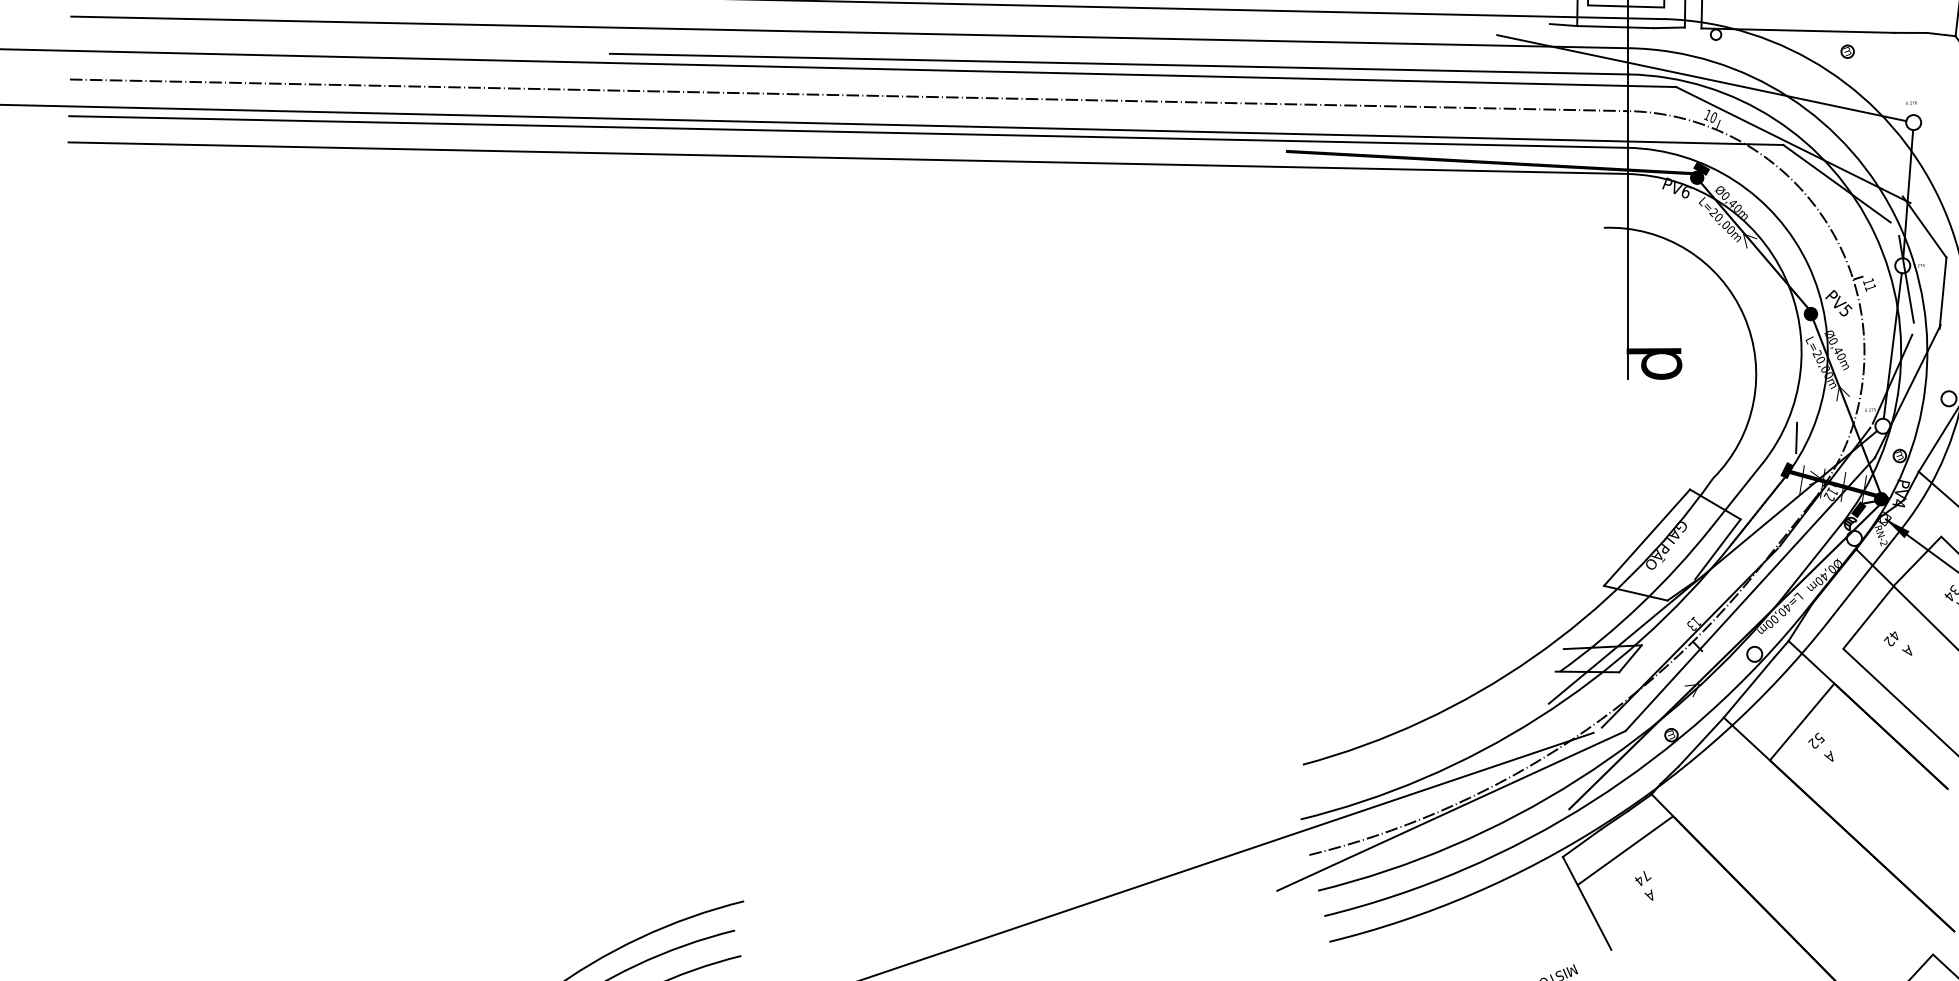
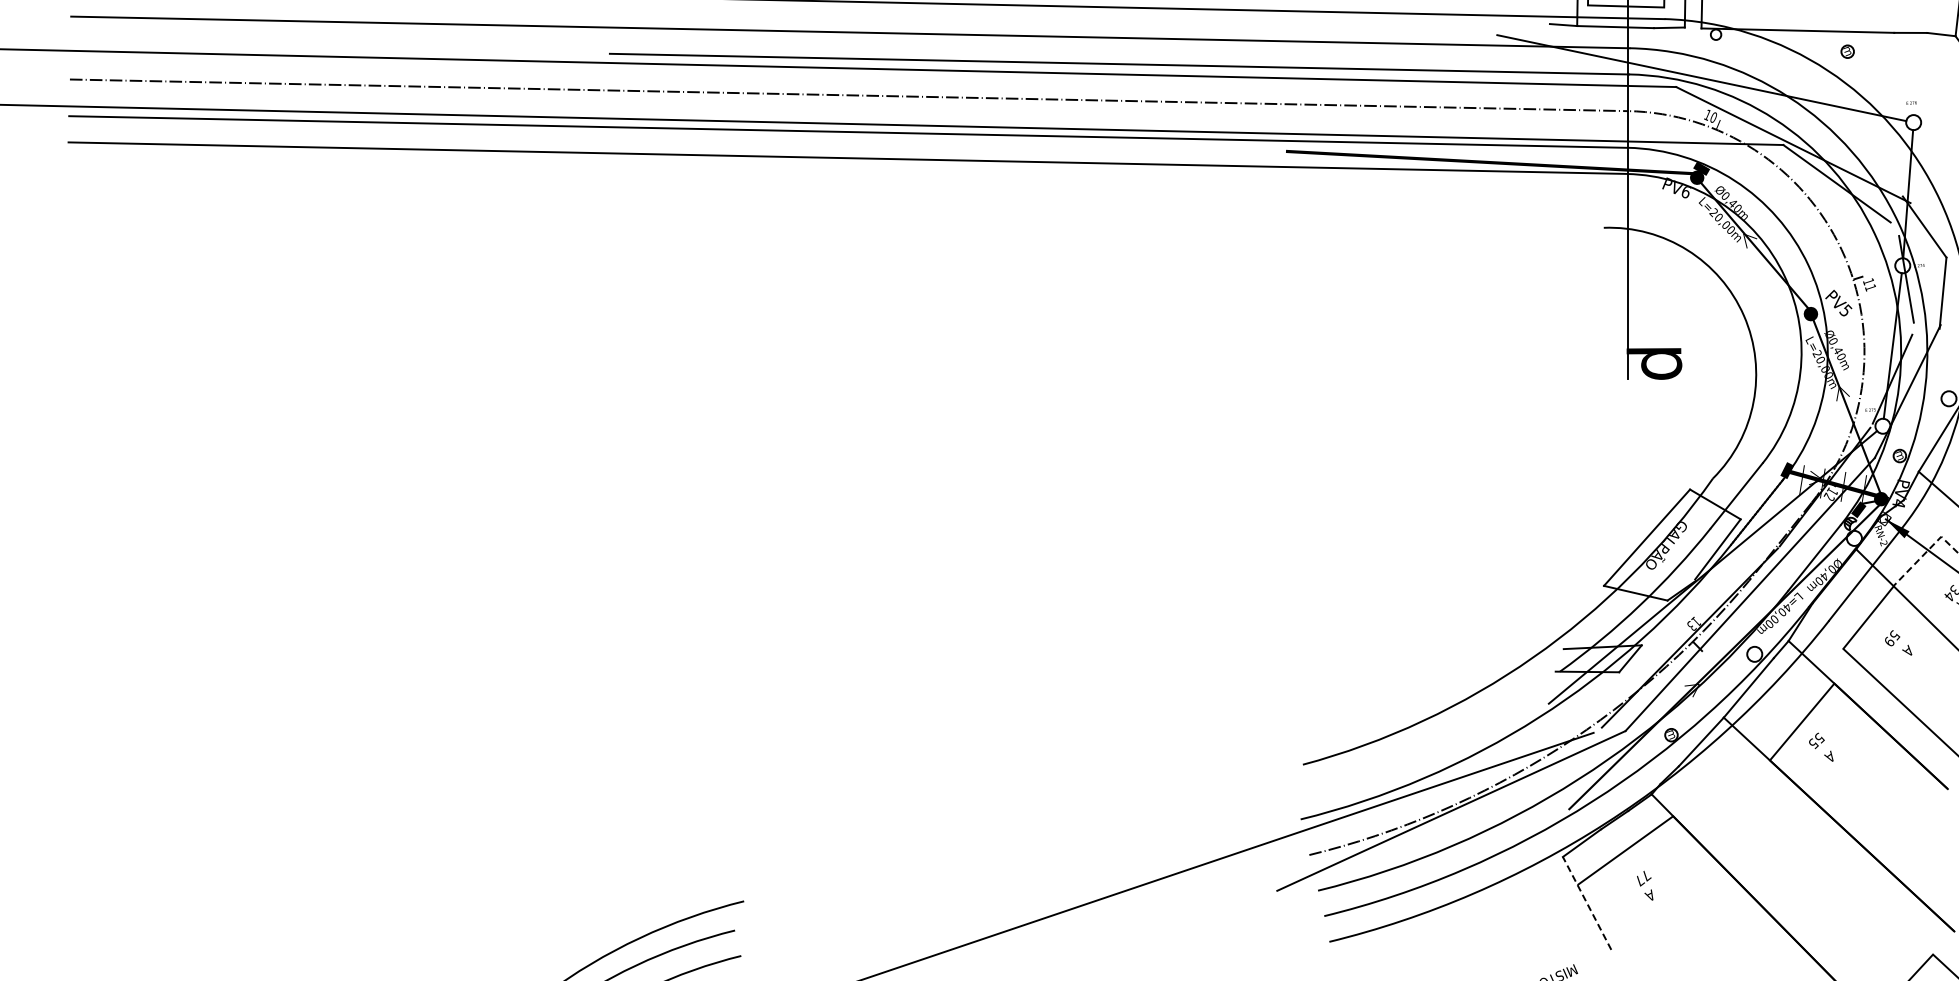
line at (1796, 437): present -> none
line at (1926, 552): solid -> dashed
text at (1891, 637): 42 -> 59
text at (1813, 743): 52 -> 55
text at (1639, 880): 74 -> 77
line at (1586, 902): solid -> dashed
